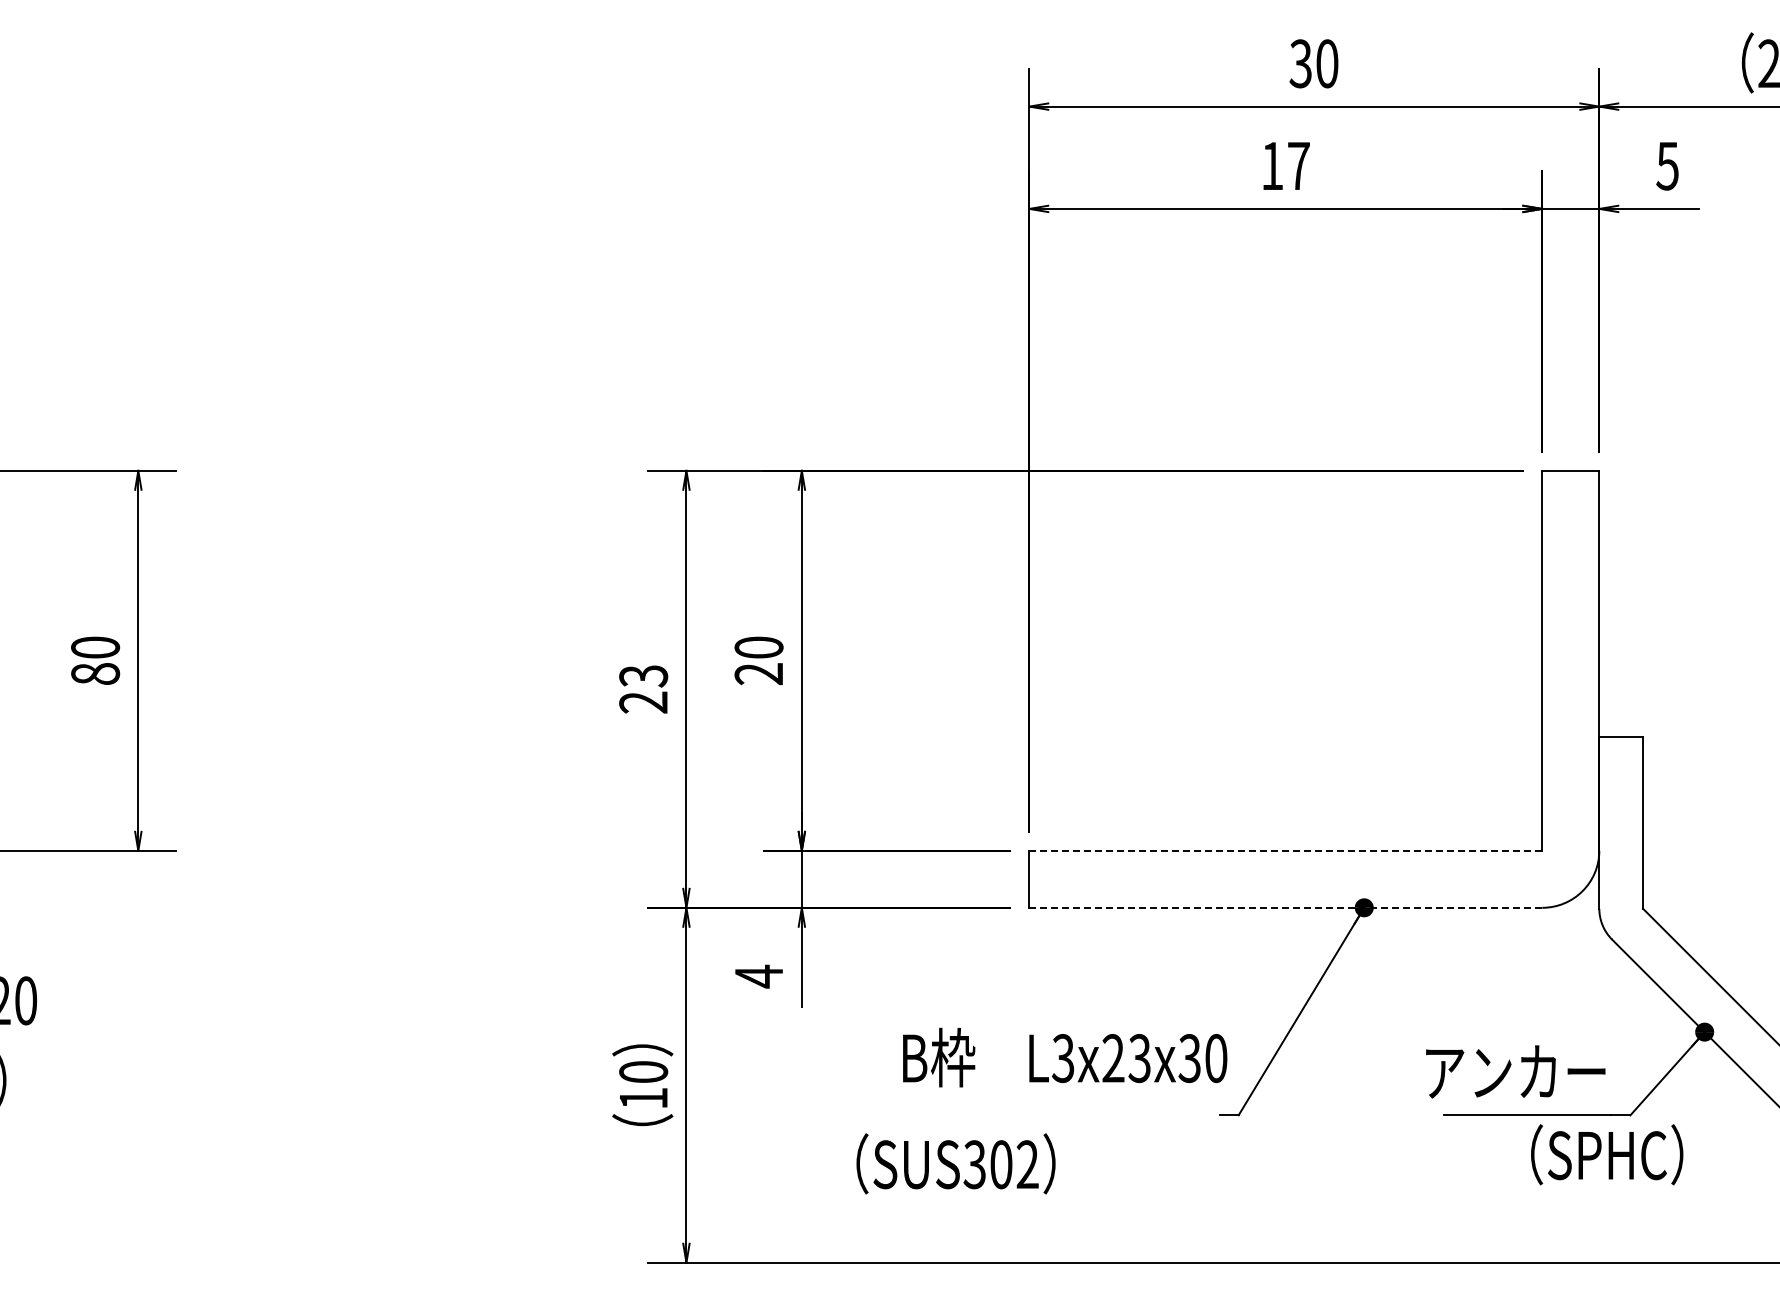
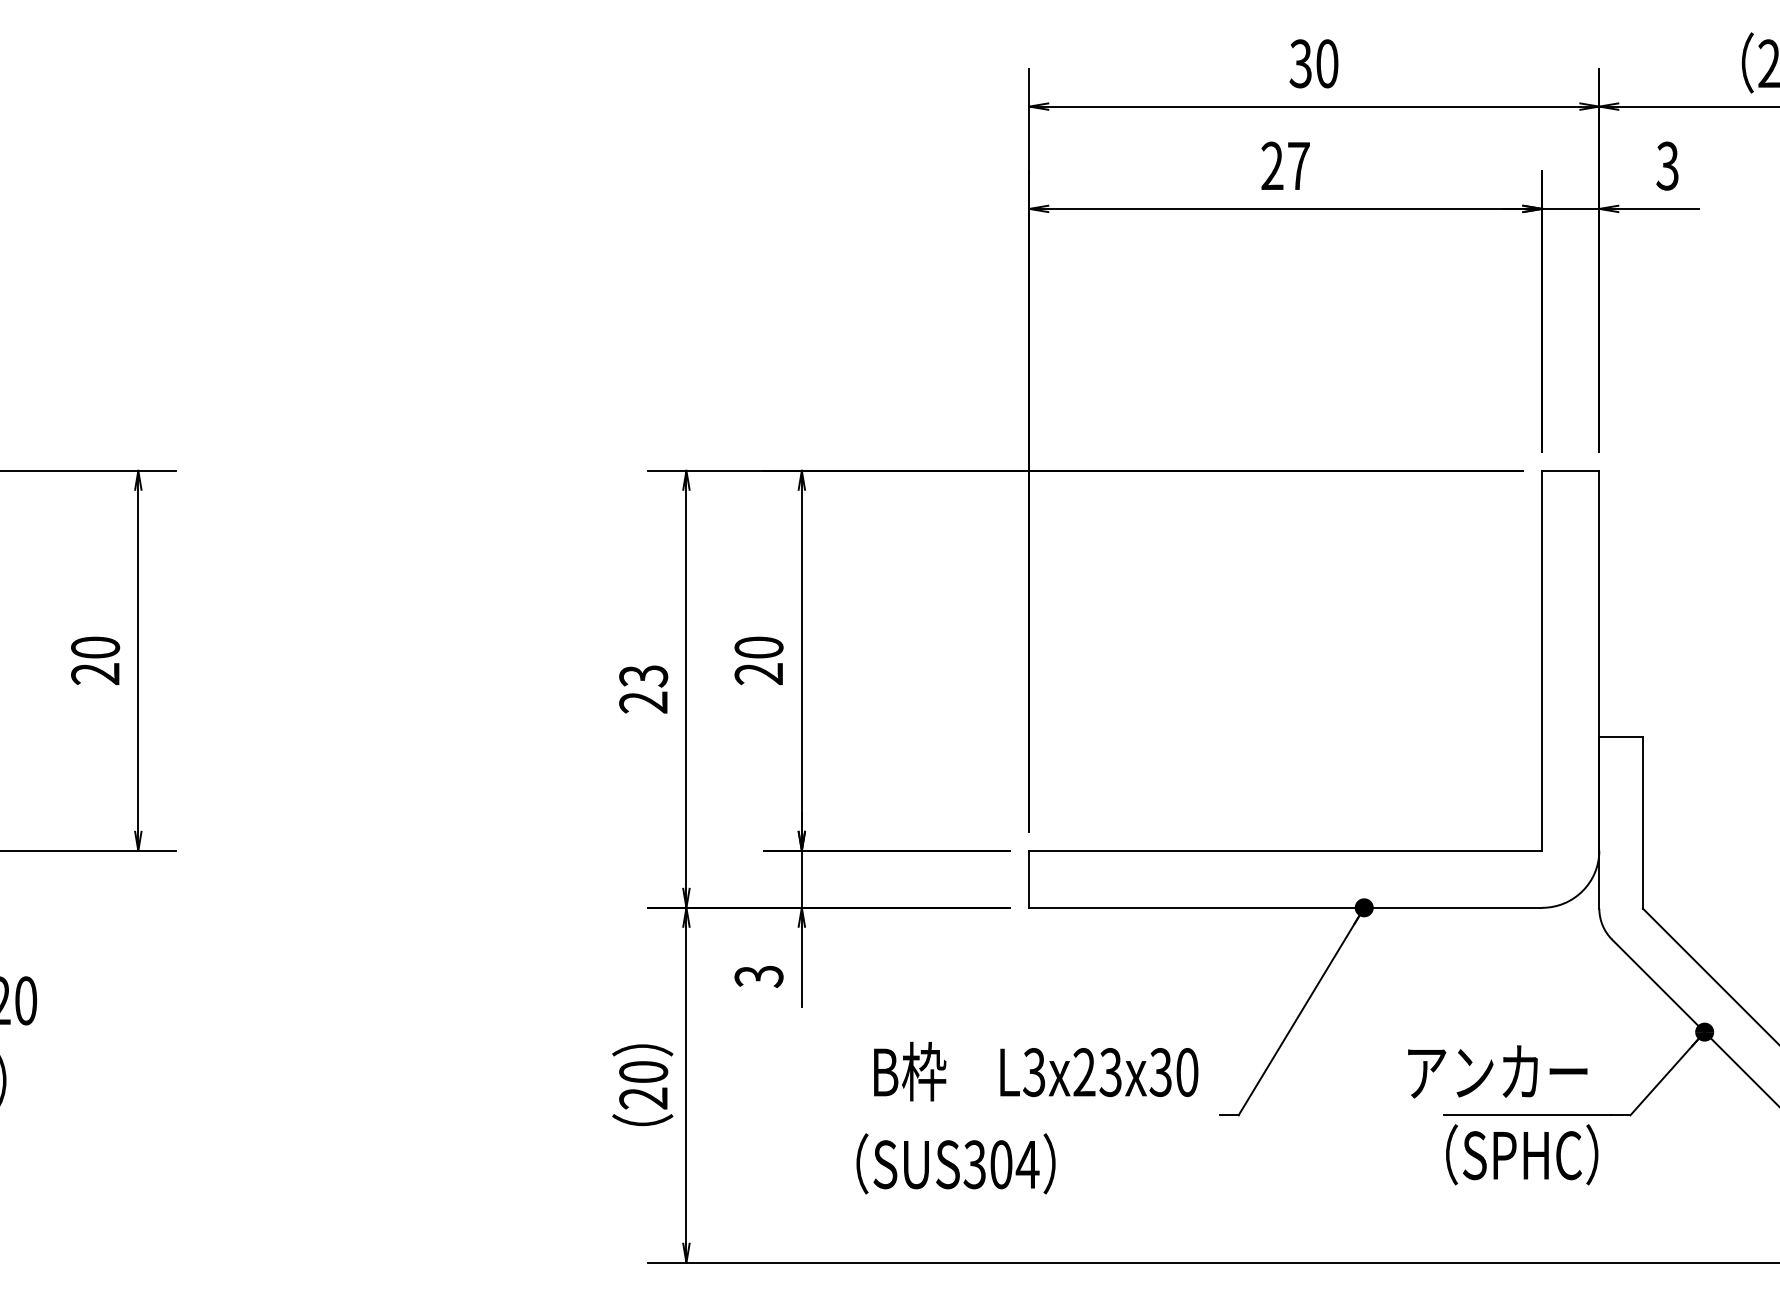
text at (1272, 165): 17 -> 27
text at (1667, 165): 5 -> 3
text at (95, 674): 80 -> 20
line at (1285, 850): dashed -> solid
line at (1285, 907): dashed -> solid
text at (758, 976): 4 -> 3
text at (1065, 1057) position: (1065, 1057) -> (1036, 1071)
text at (1515, 1071) position: (1515, 1071) -> (1497, 1071)
text at (643, 1098): 10 -> 20
text at (1607, 1154) position: (1607, 1154) -> (1522, 1154)
text at (1027, 1164): SUS302 -> SUS304
